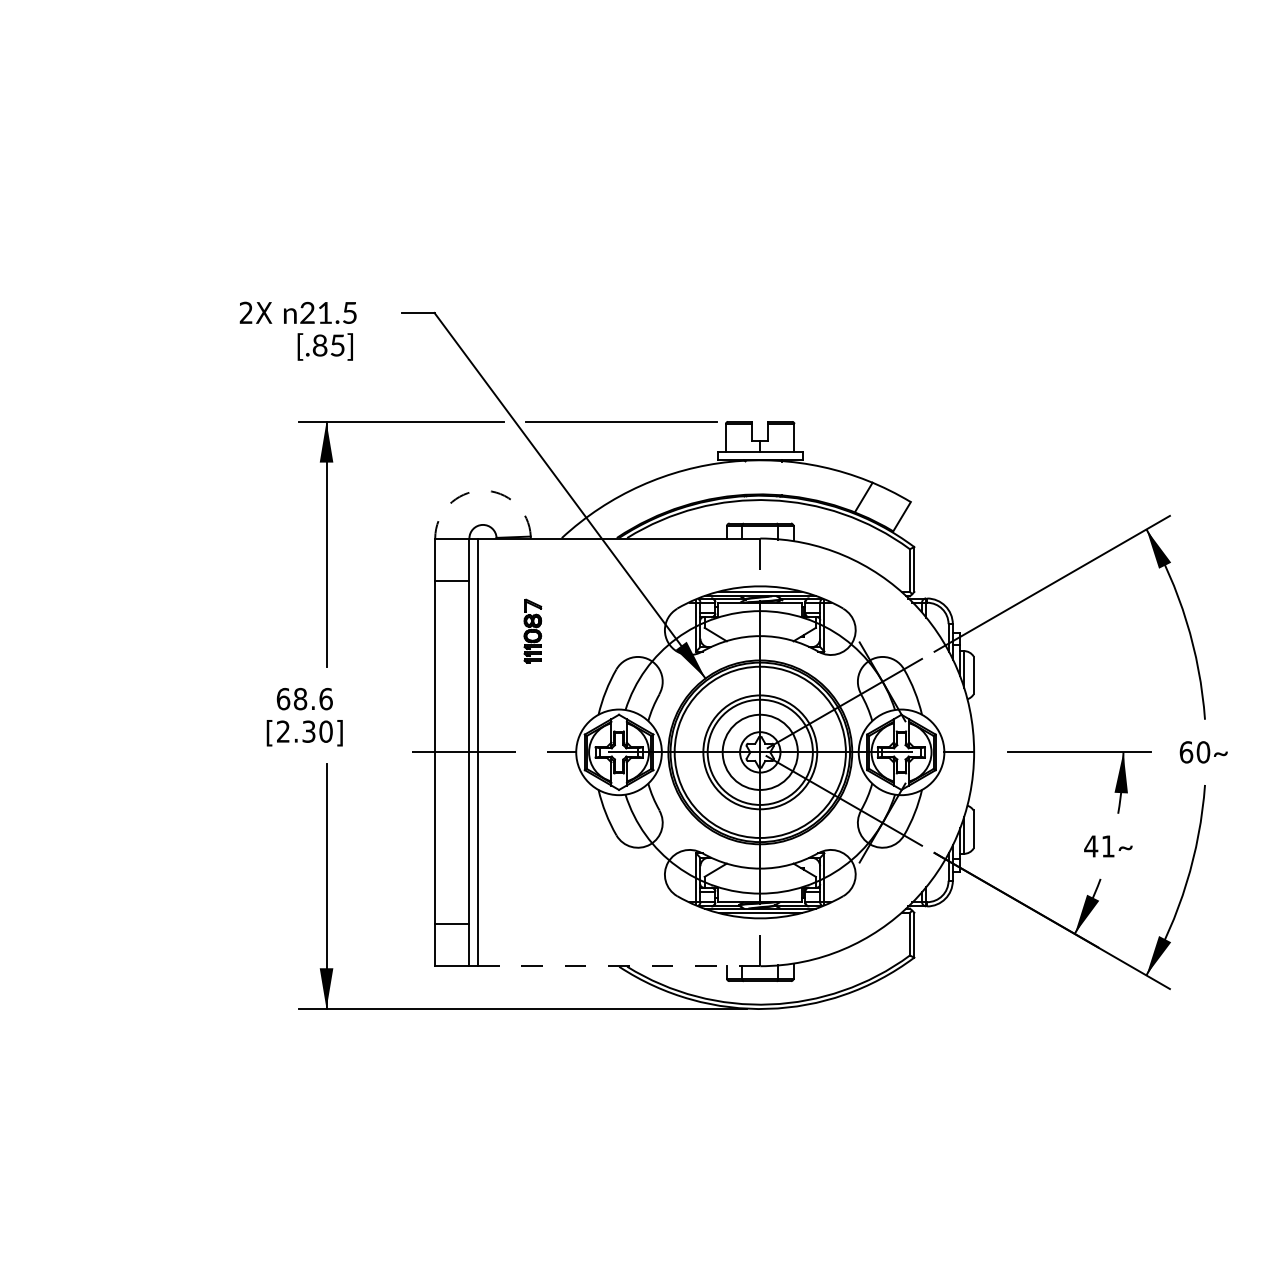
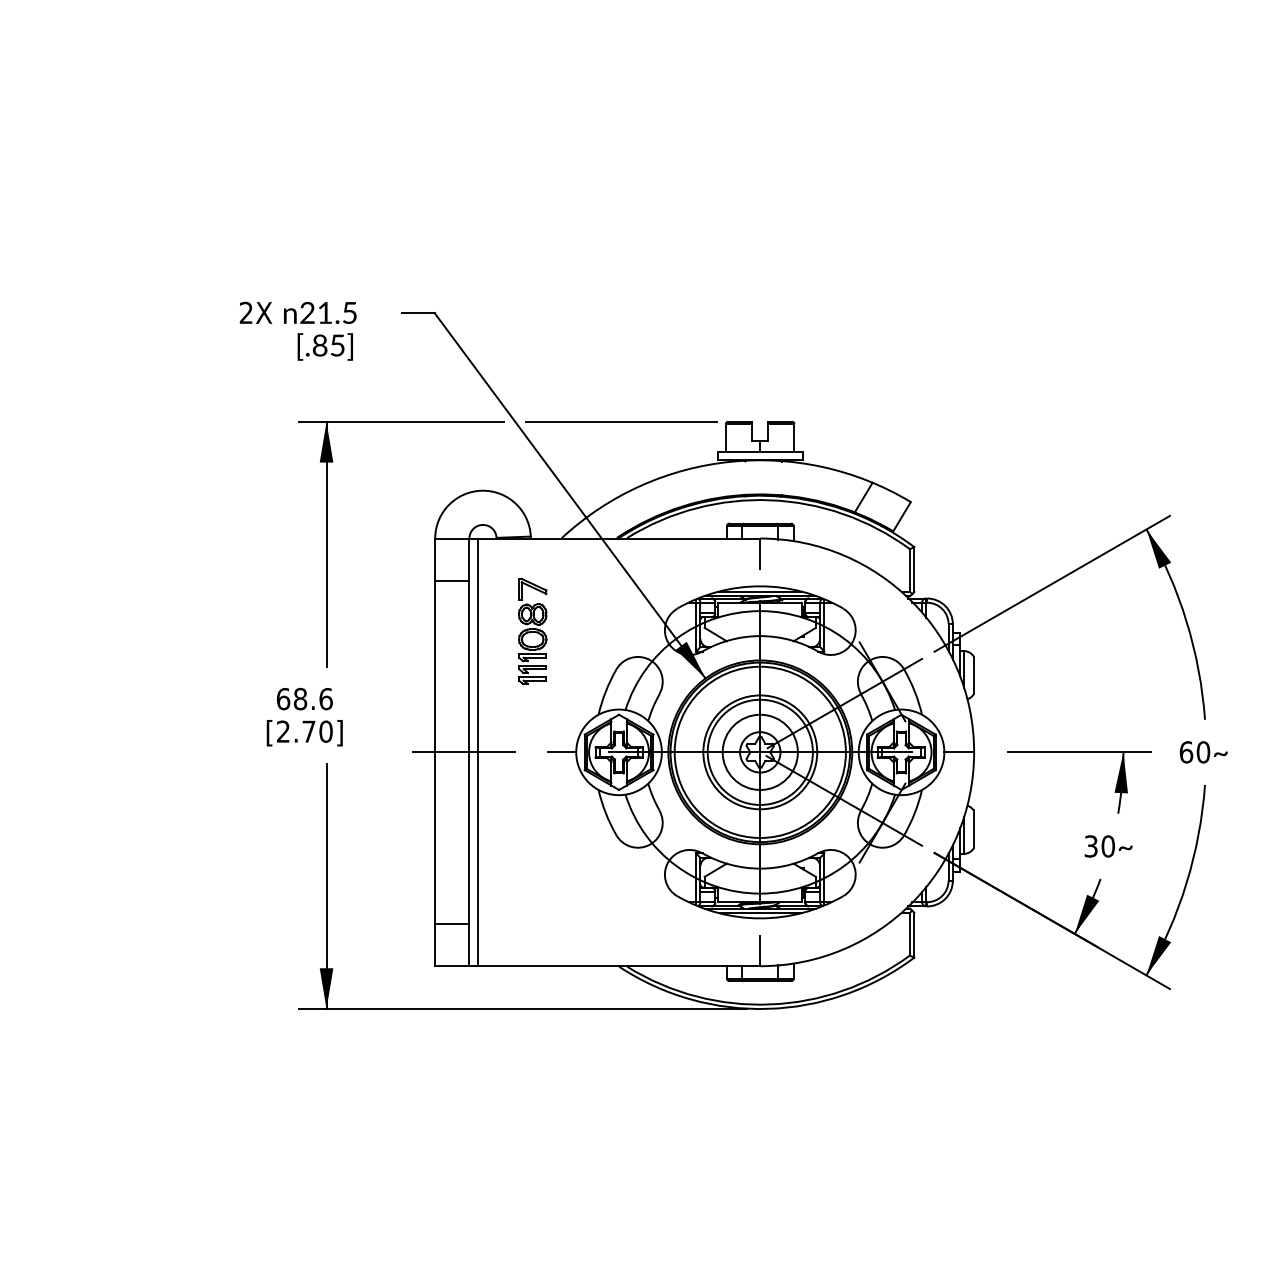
arc at (482, 490): dashed -> solid
part at (532, 630) size: 20x66 px -> 30x108 px
text at (308, 731): [2.30] -> [2.70]
text at (1099, 846): 41 -> 30
line at (618, 966): dashed -> solid
